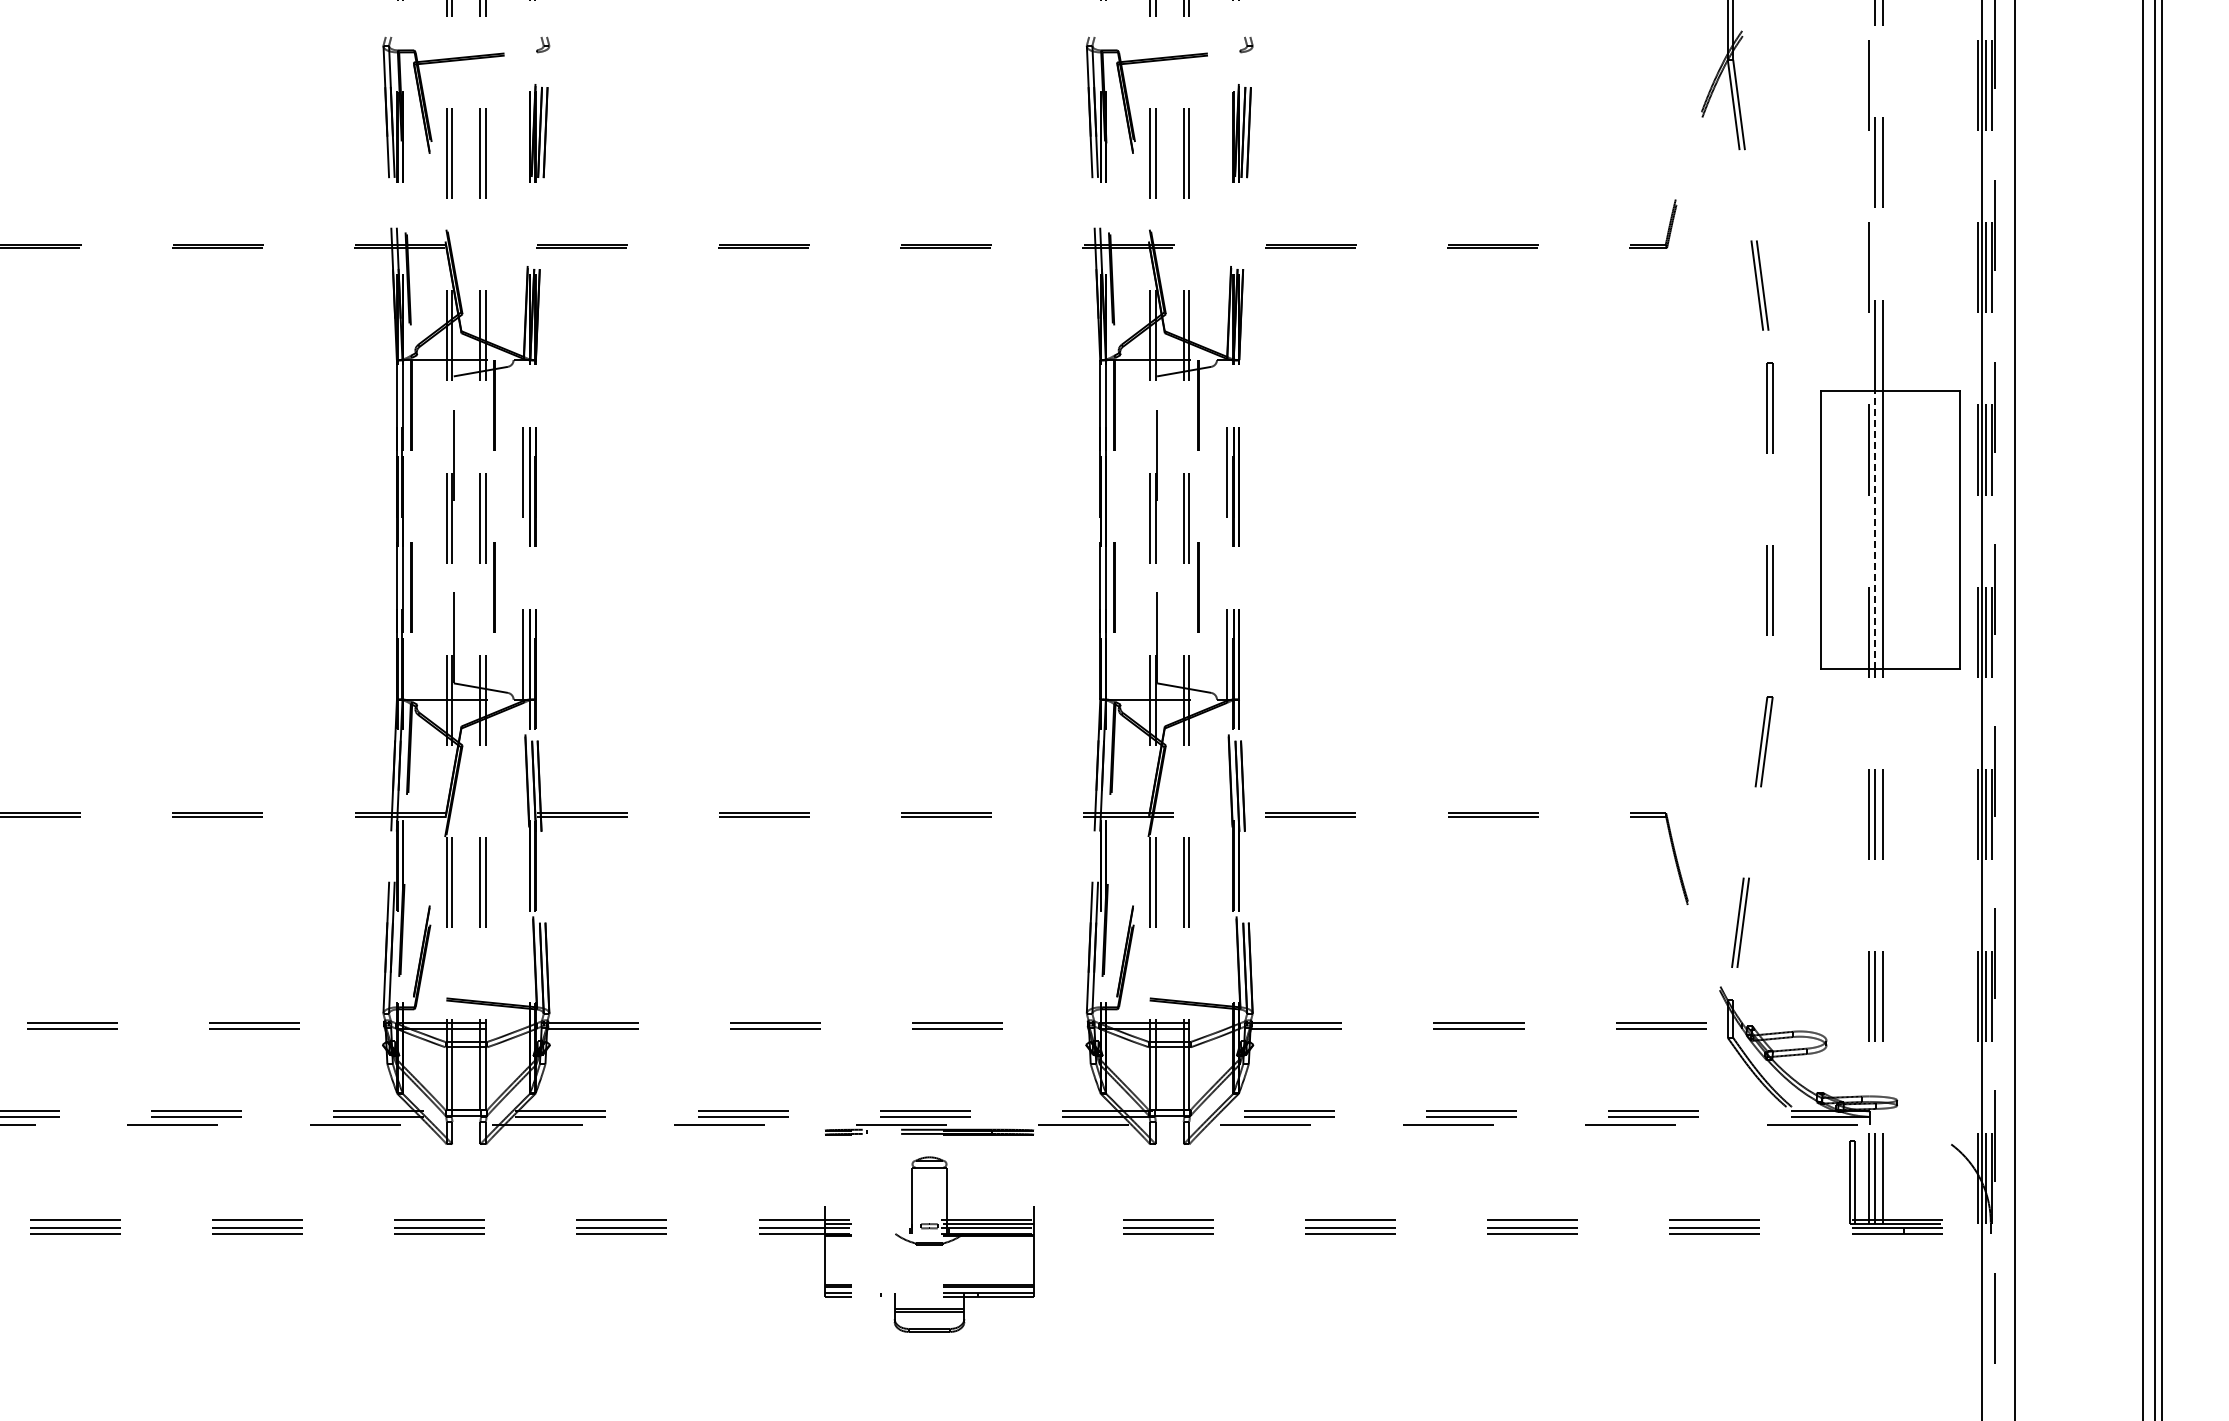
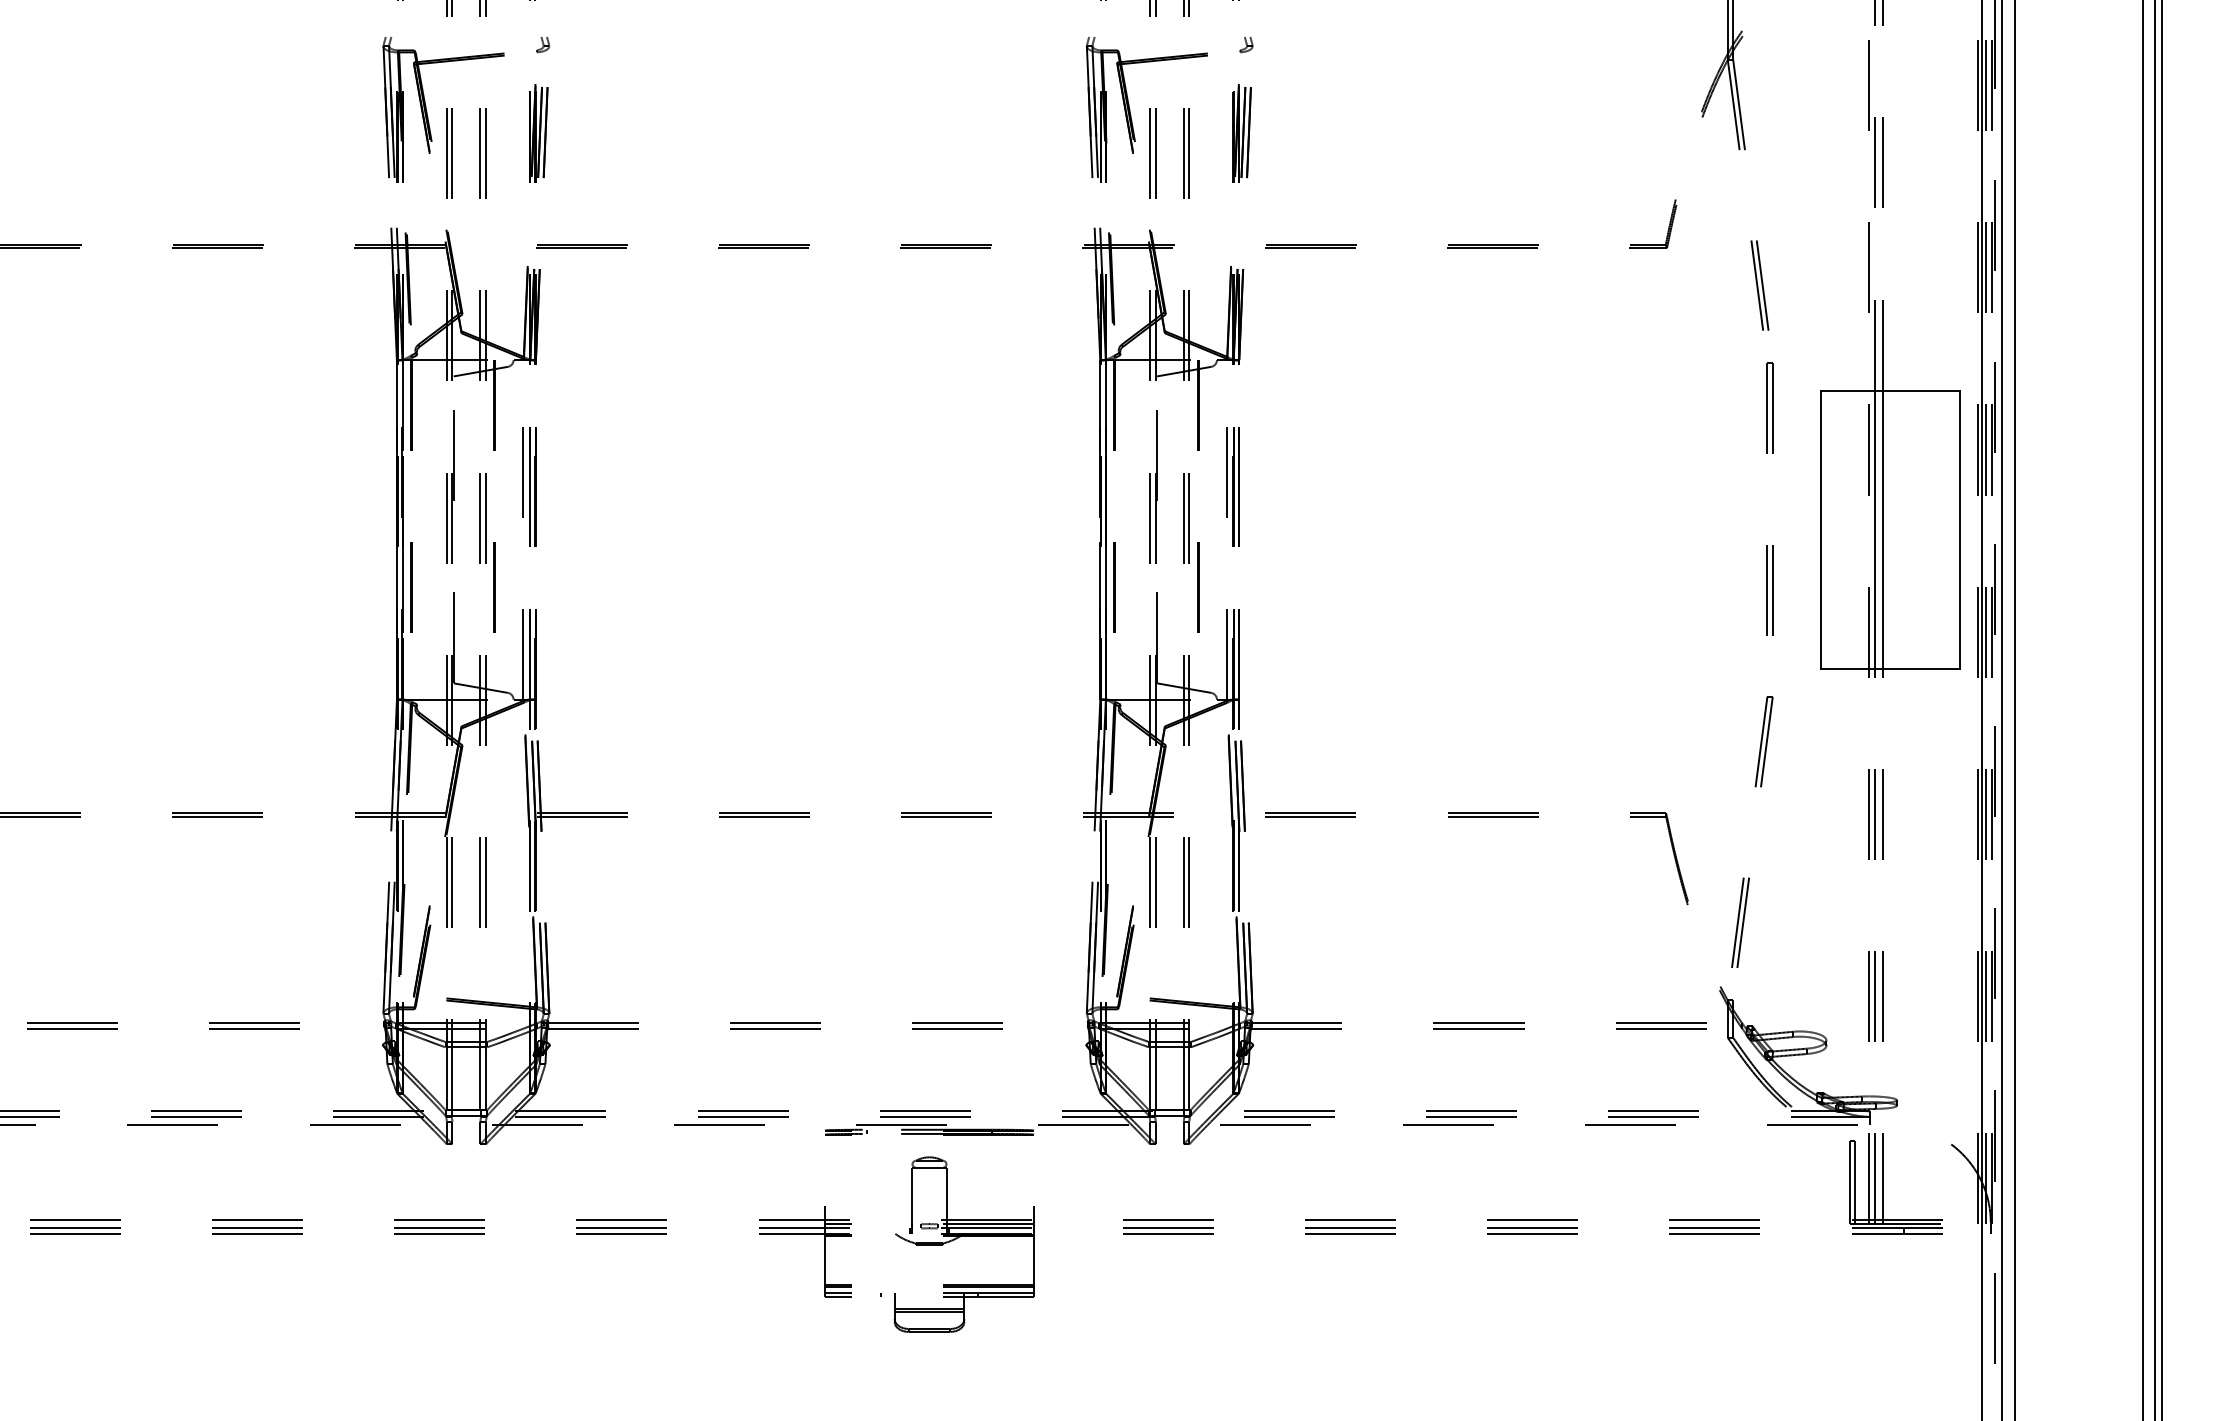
line at (1874, 529): dashed -> solid
line at (2001, 709): none -> present
